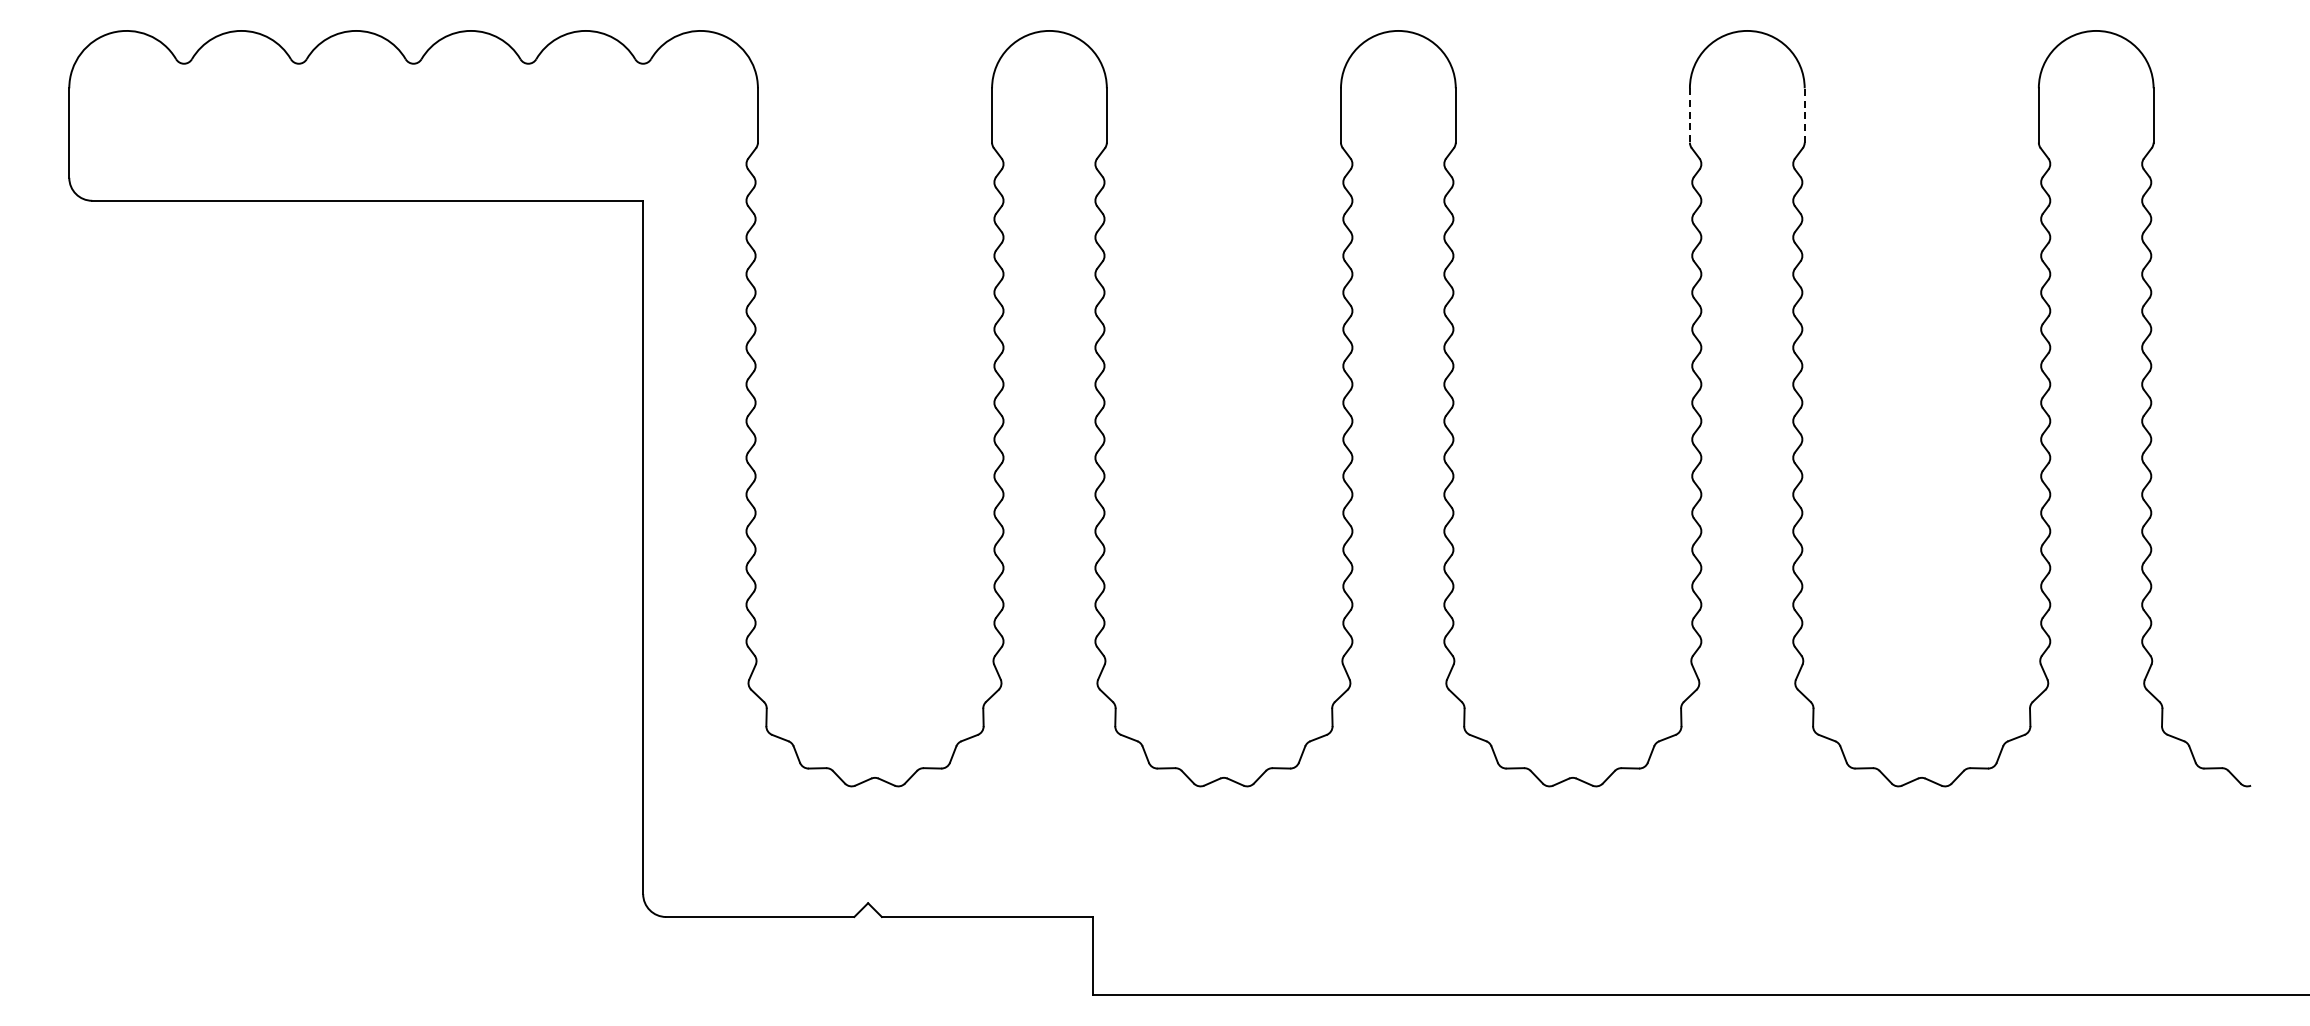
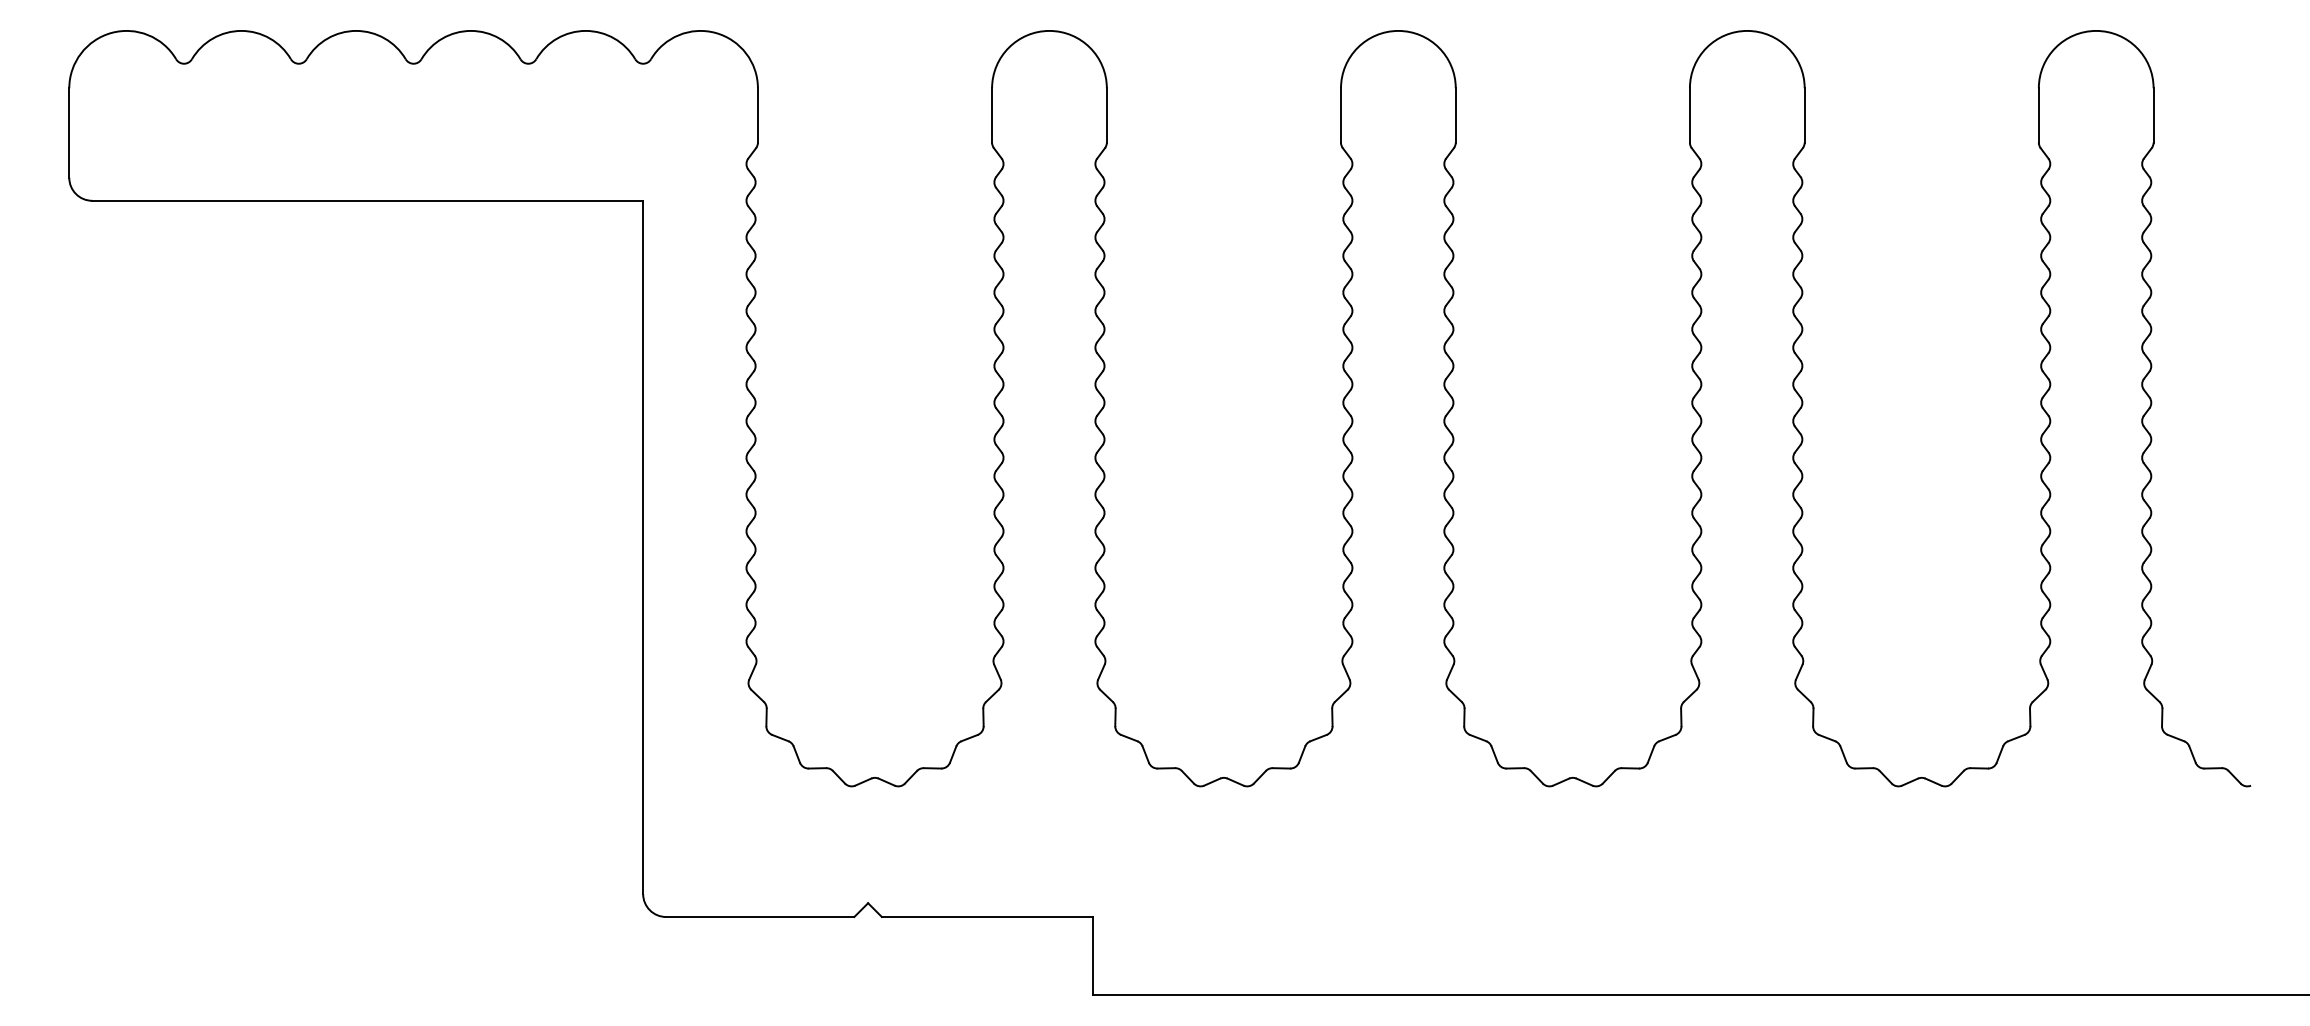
line at (1689, 115): dashed -> solid
line at (1804, 115): dashed -> solid
